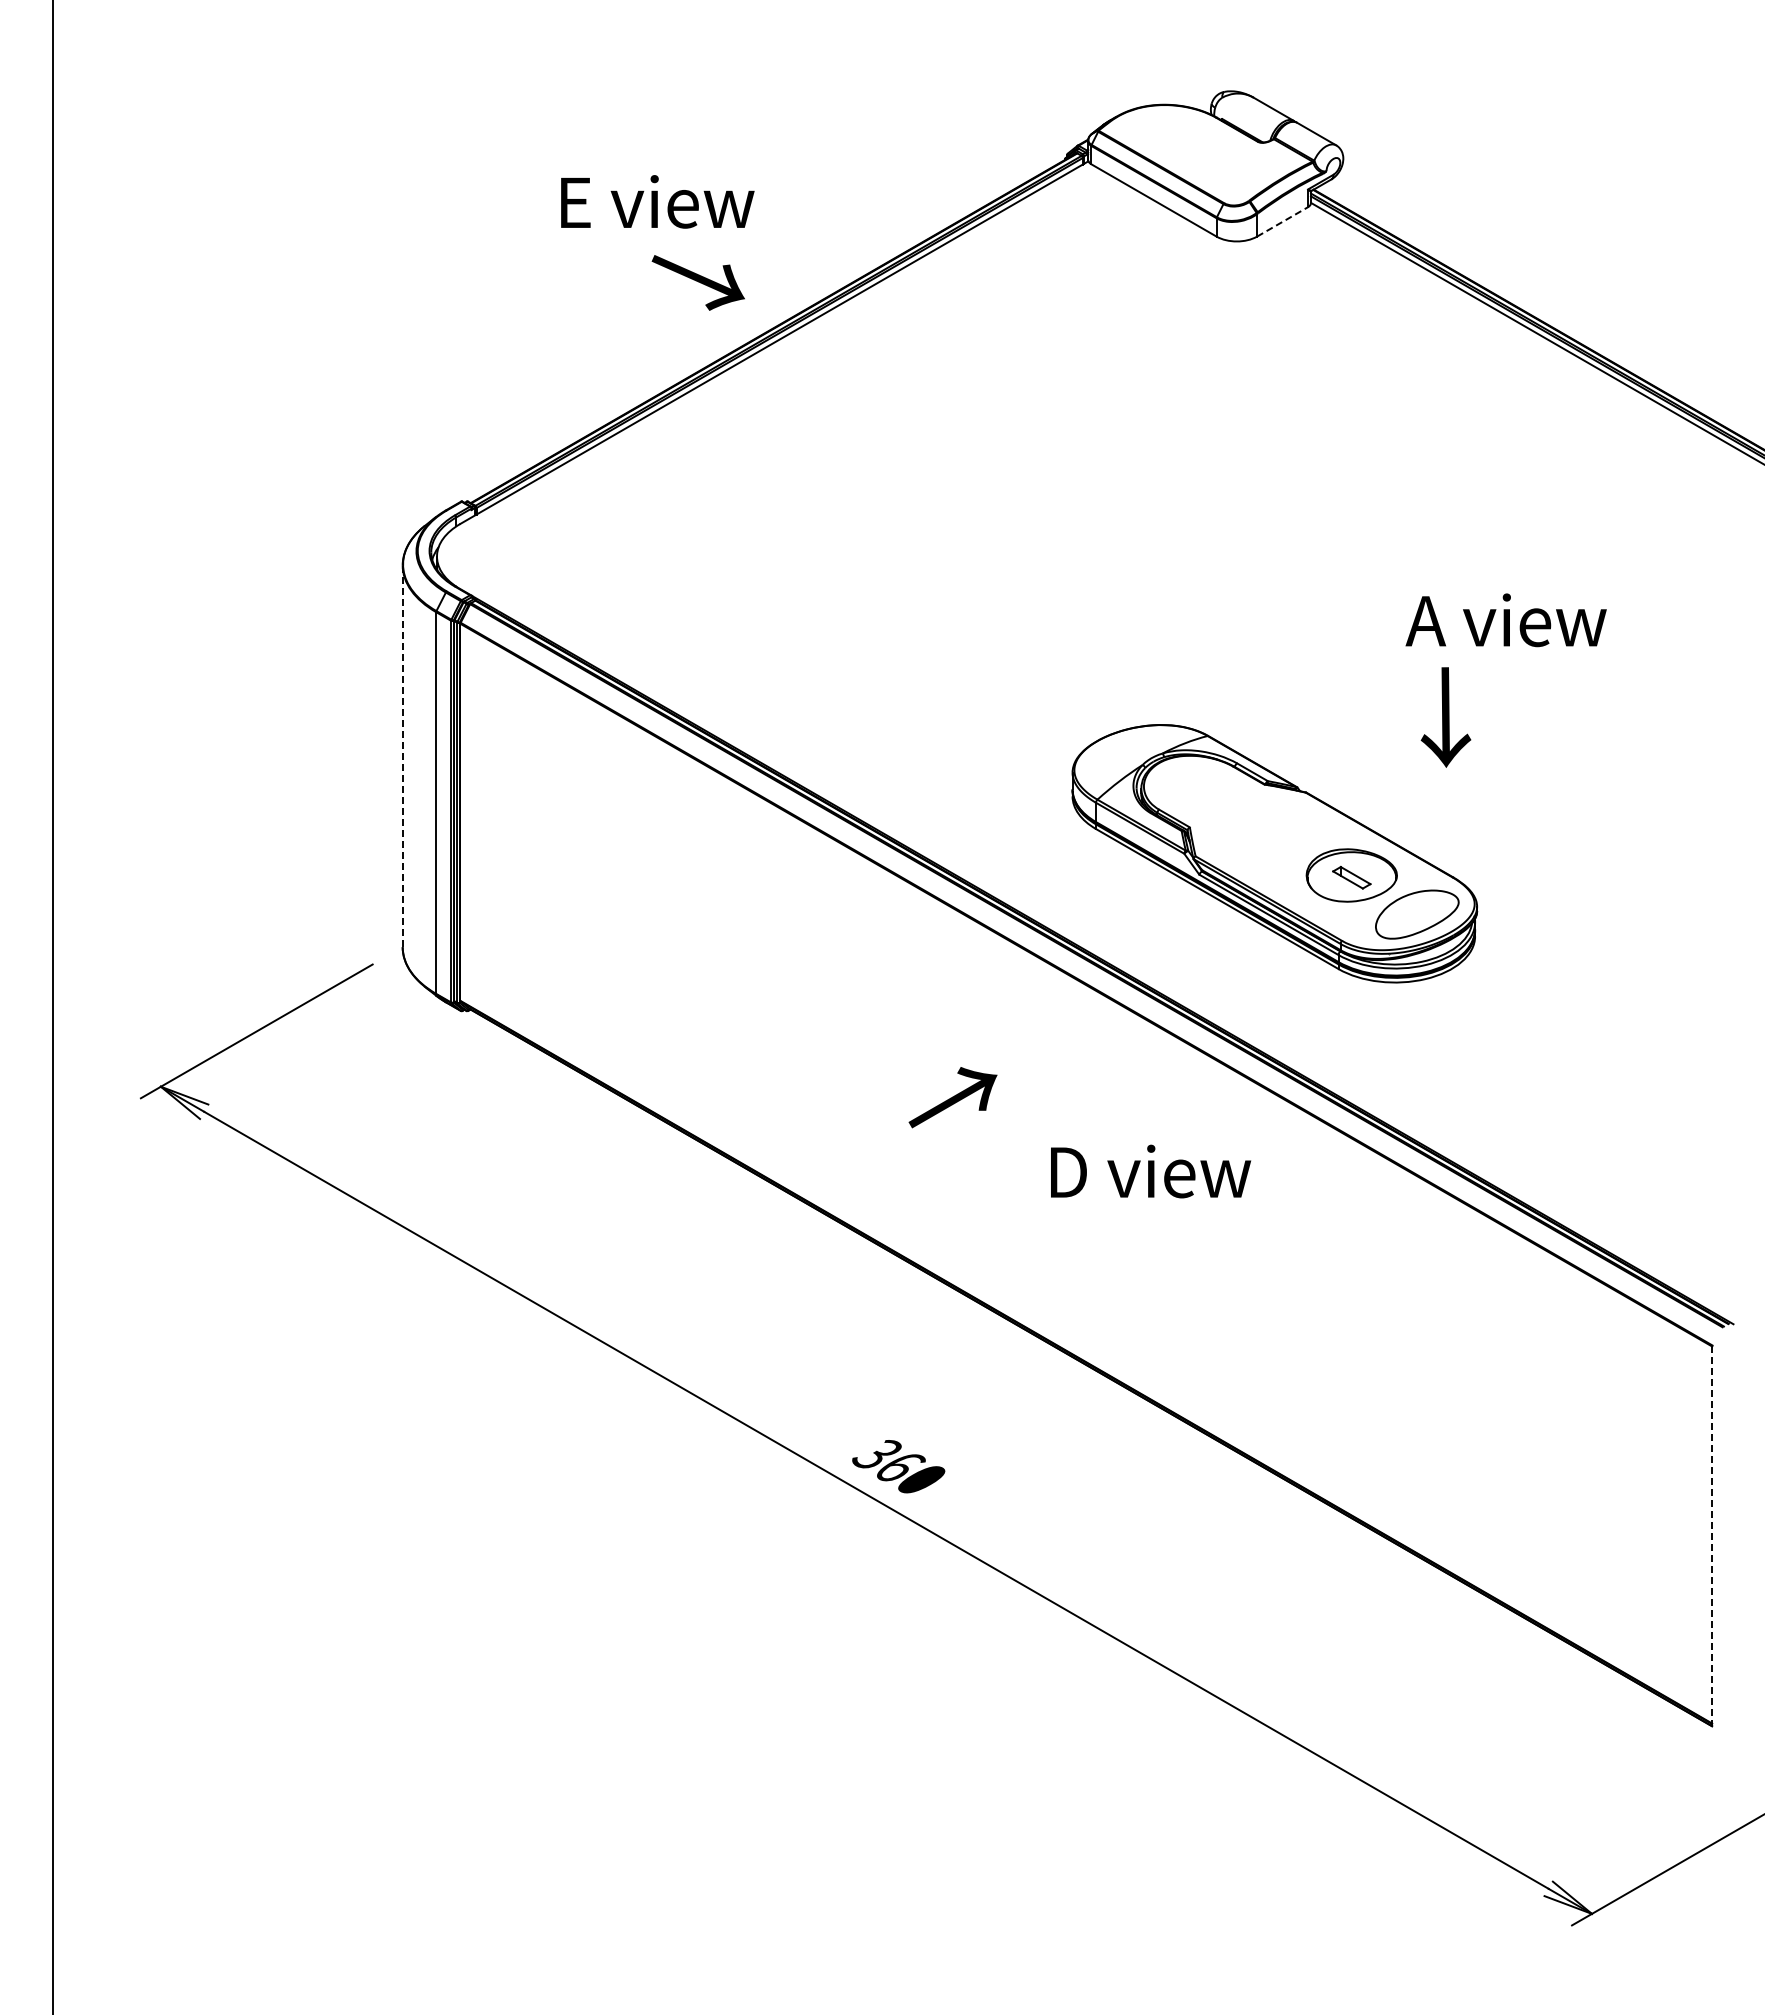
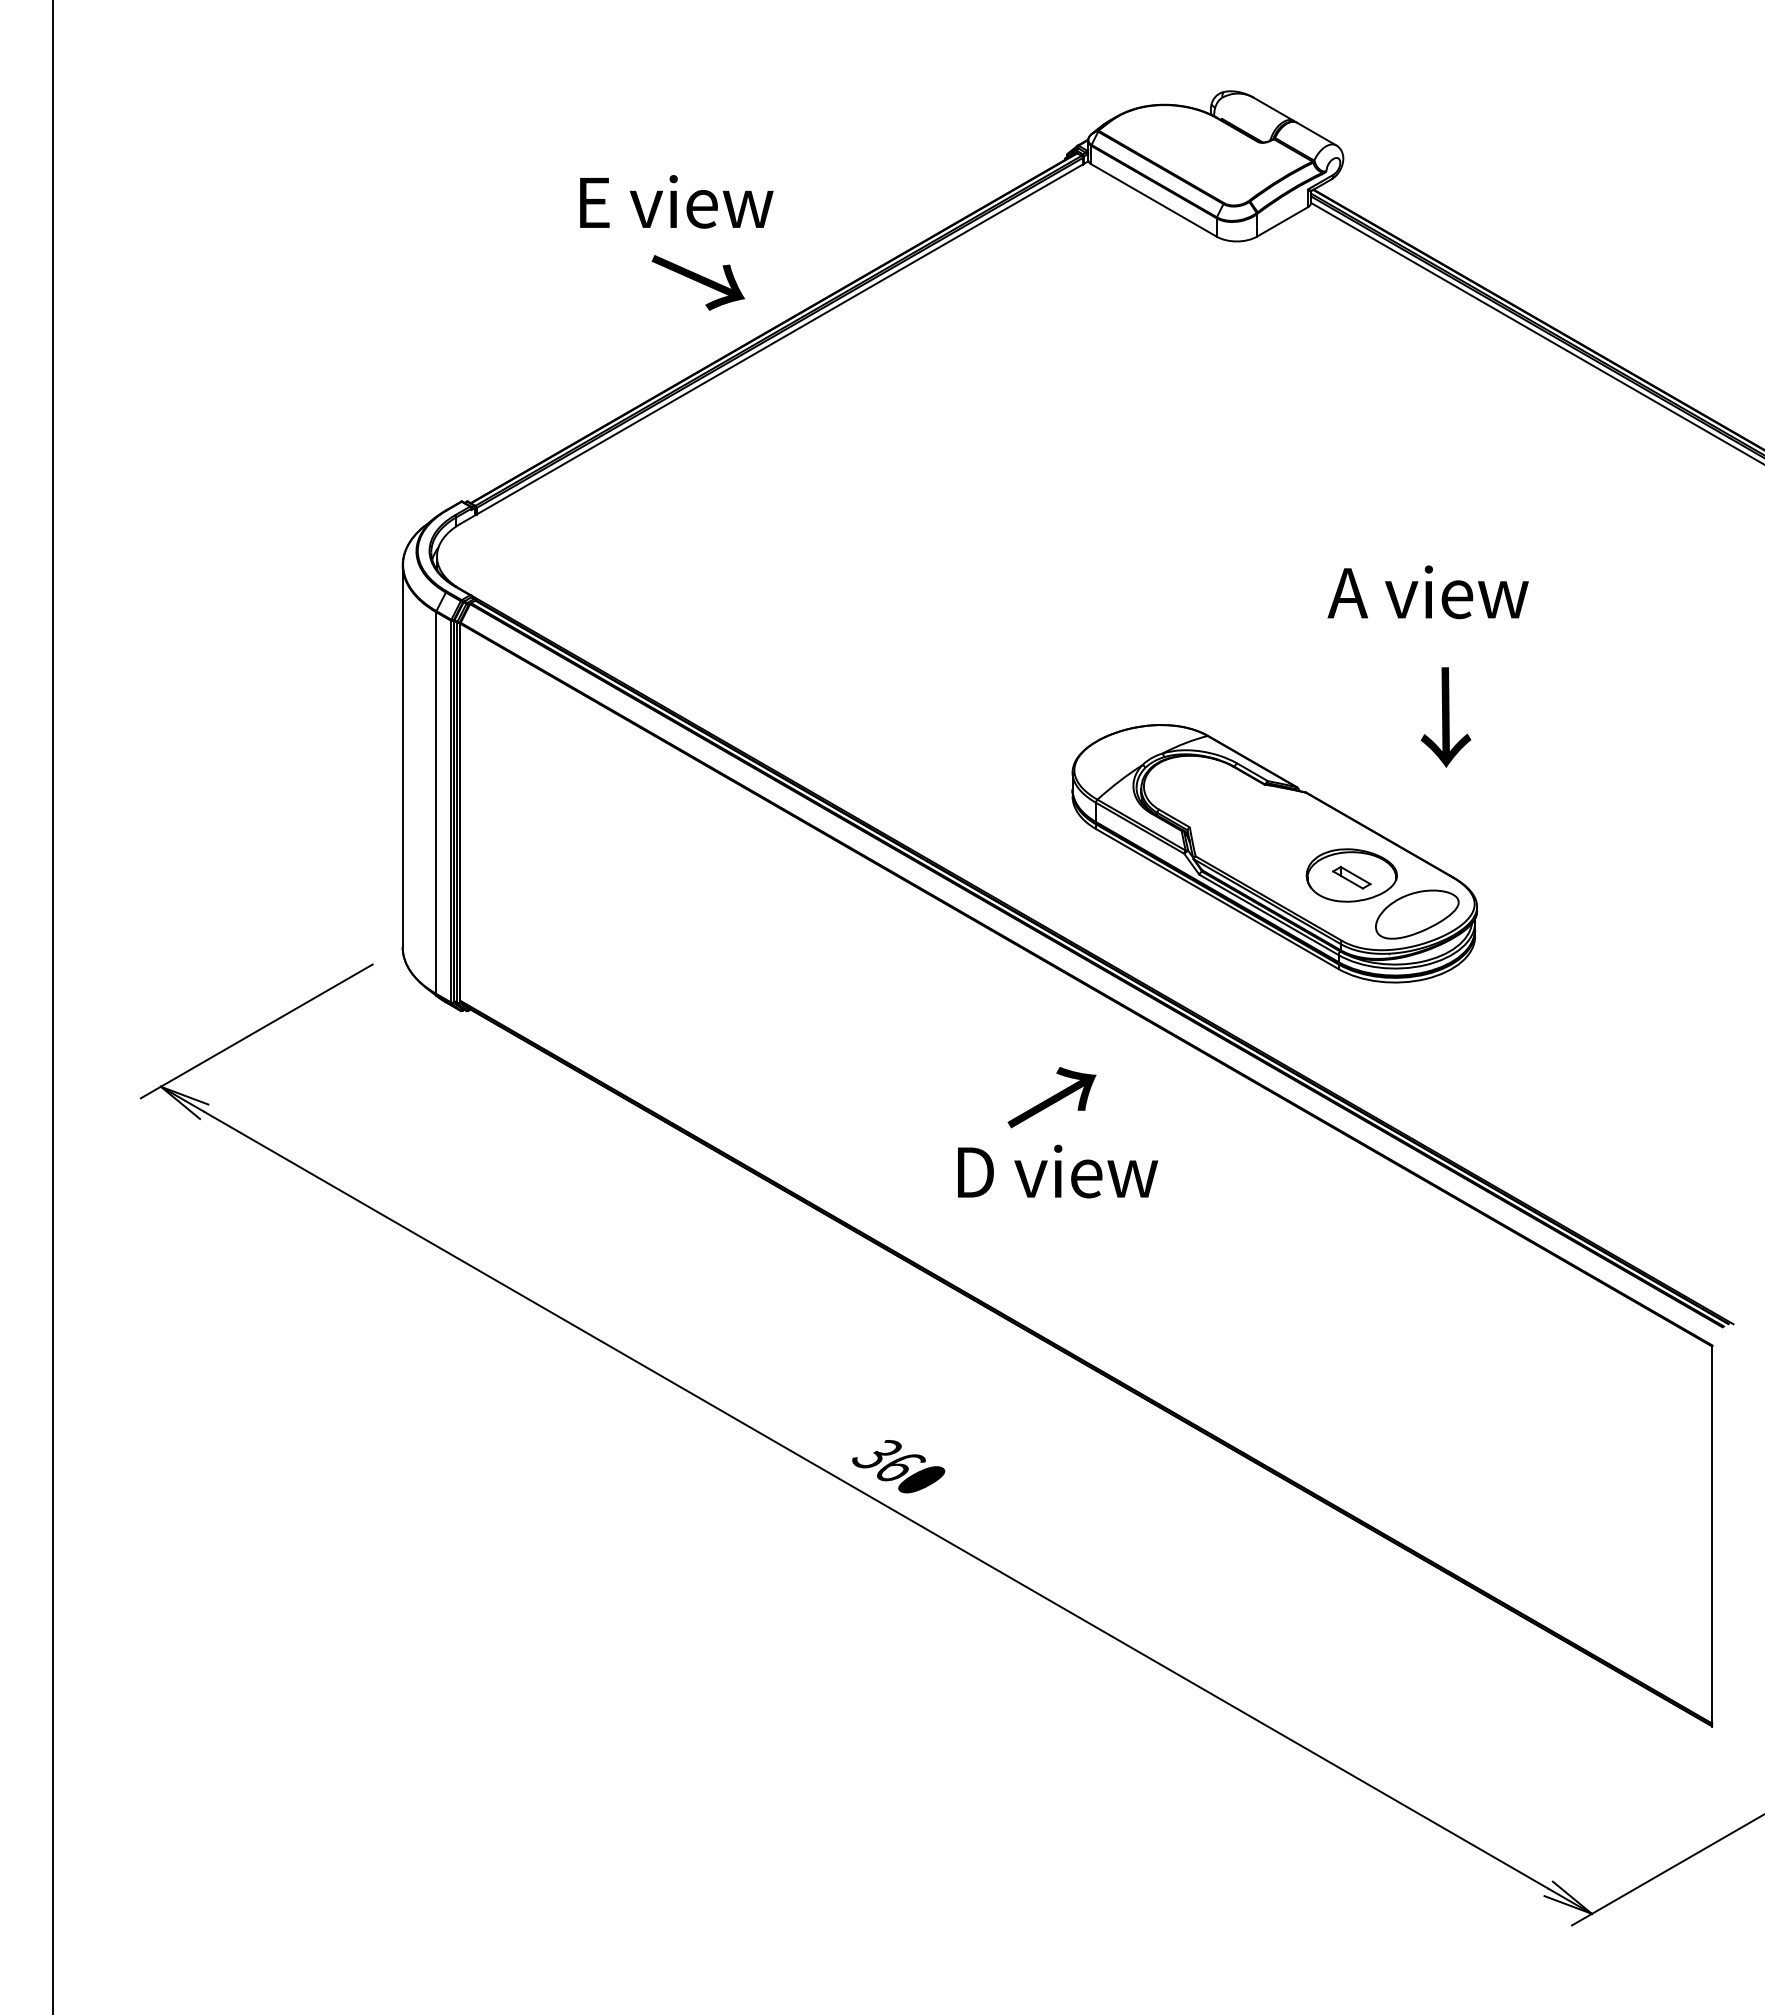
text at (657, 201) position: (657, 201) -> (676, 201)
line at (1282, 221): dashed -> solid
text at (1505, 620) position: (1505, 620) -> (1427, 592)
line at (402, 756): dashed -> solid
text at (952, 1097) position: (952, 1097) -> (1051, 1097)
text at (1151, 1171) position: (1151, 1171) -> (1058, 1171)
line at (1712, 1536): dashed -> solid
